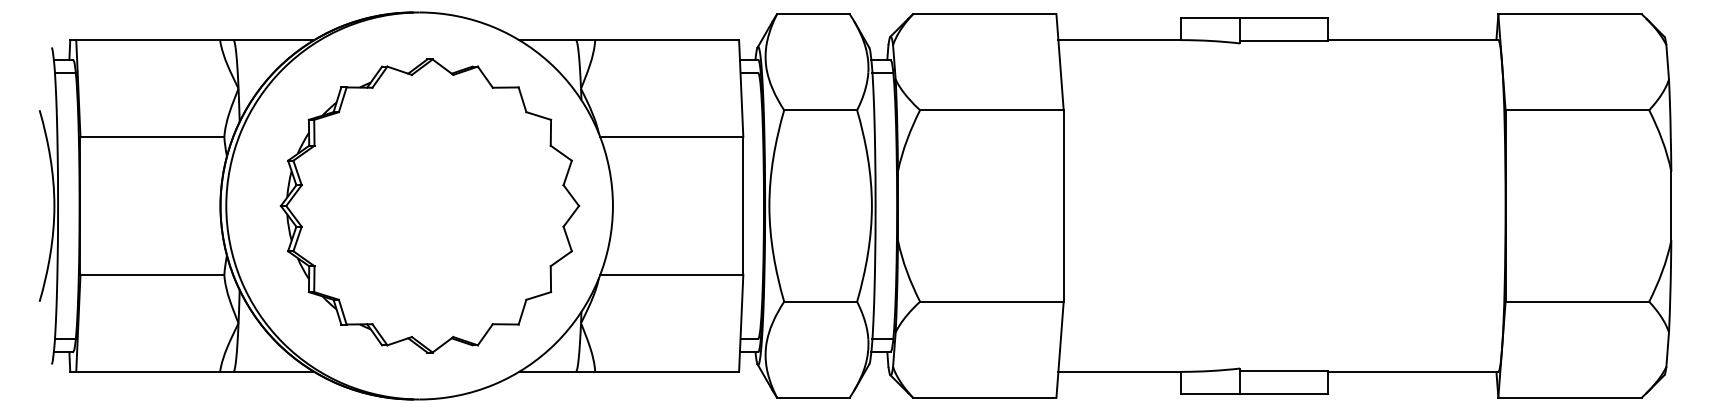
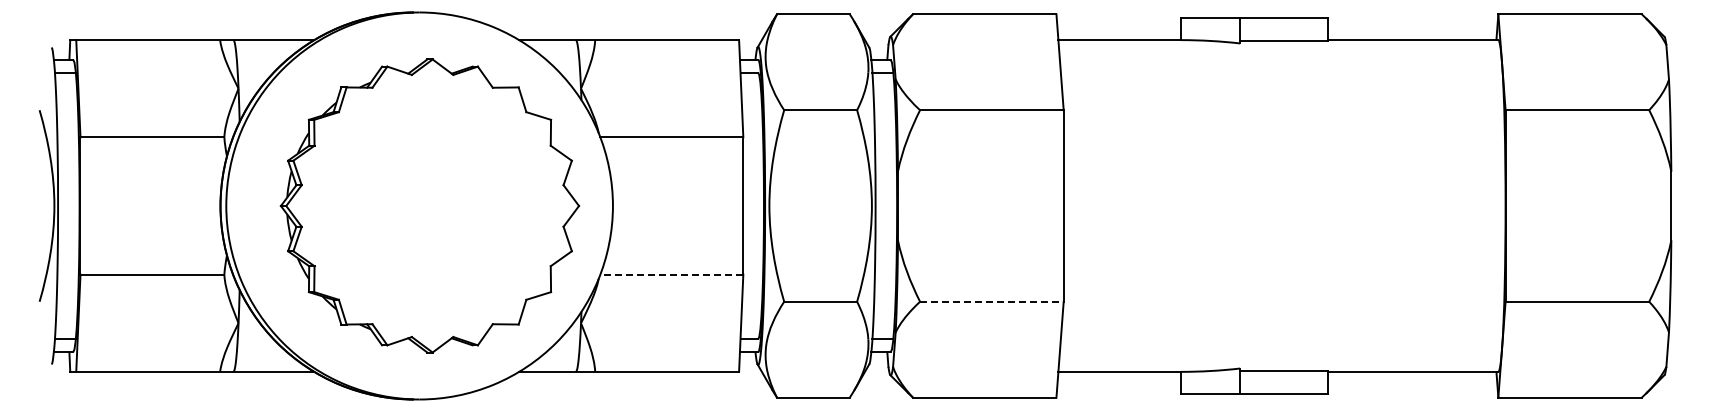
line at (671, 274): solid -> dashed
line at (991, 301): solid -> dashed
